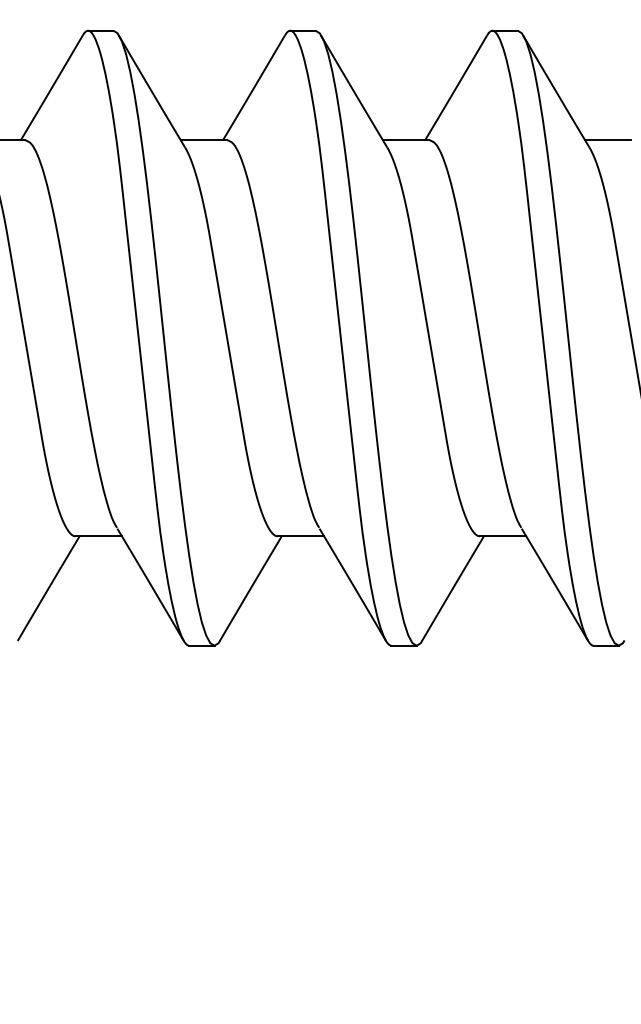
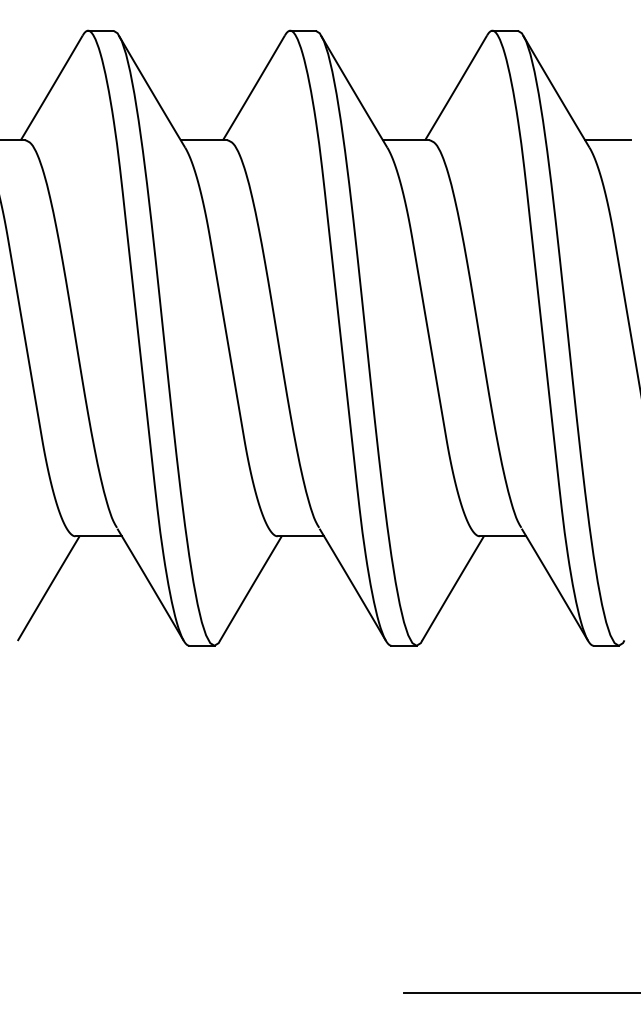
line at (520, 993): none -> present
